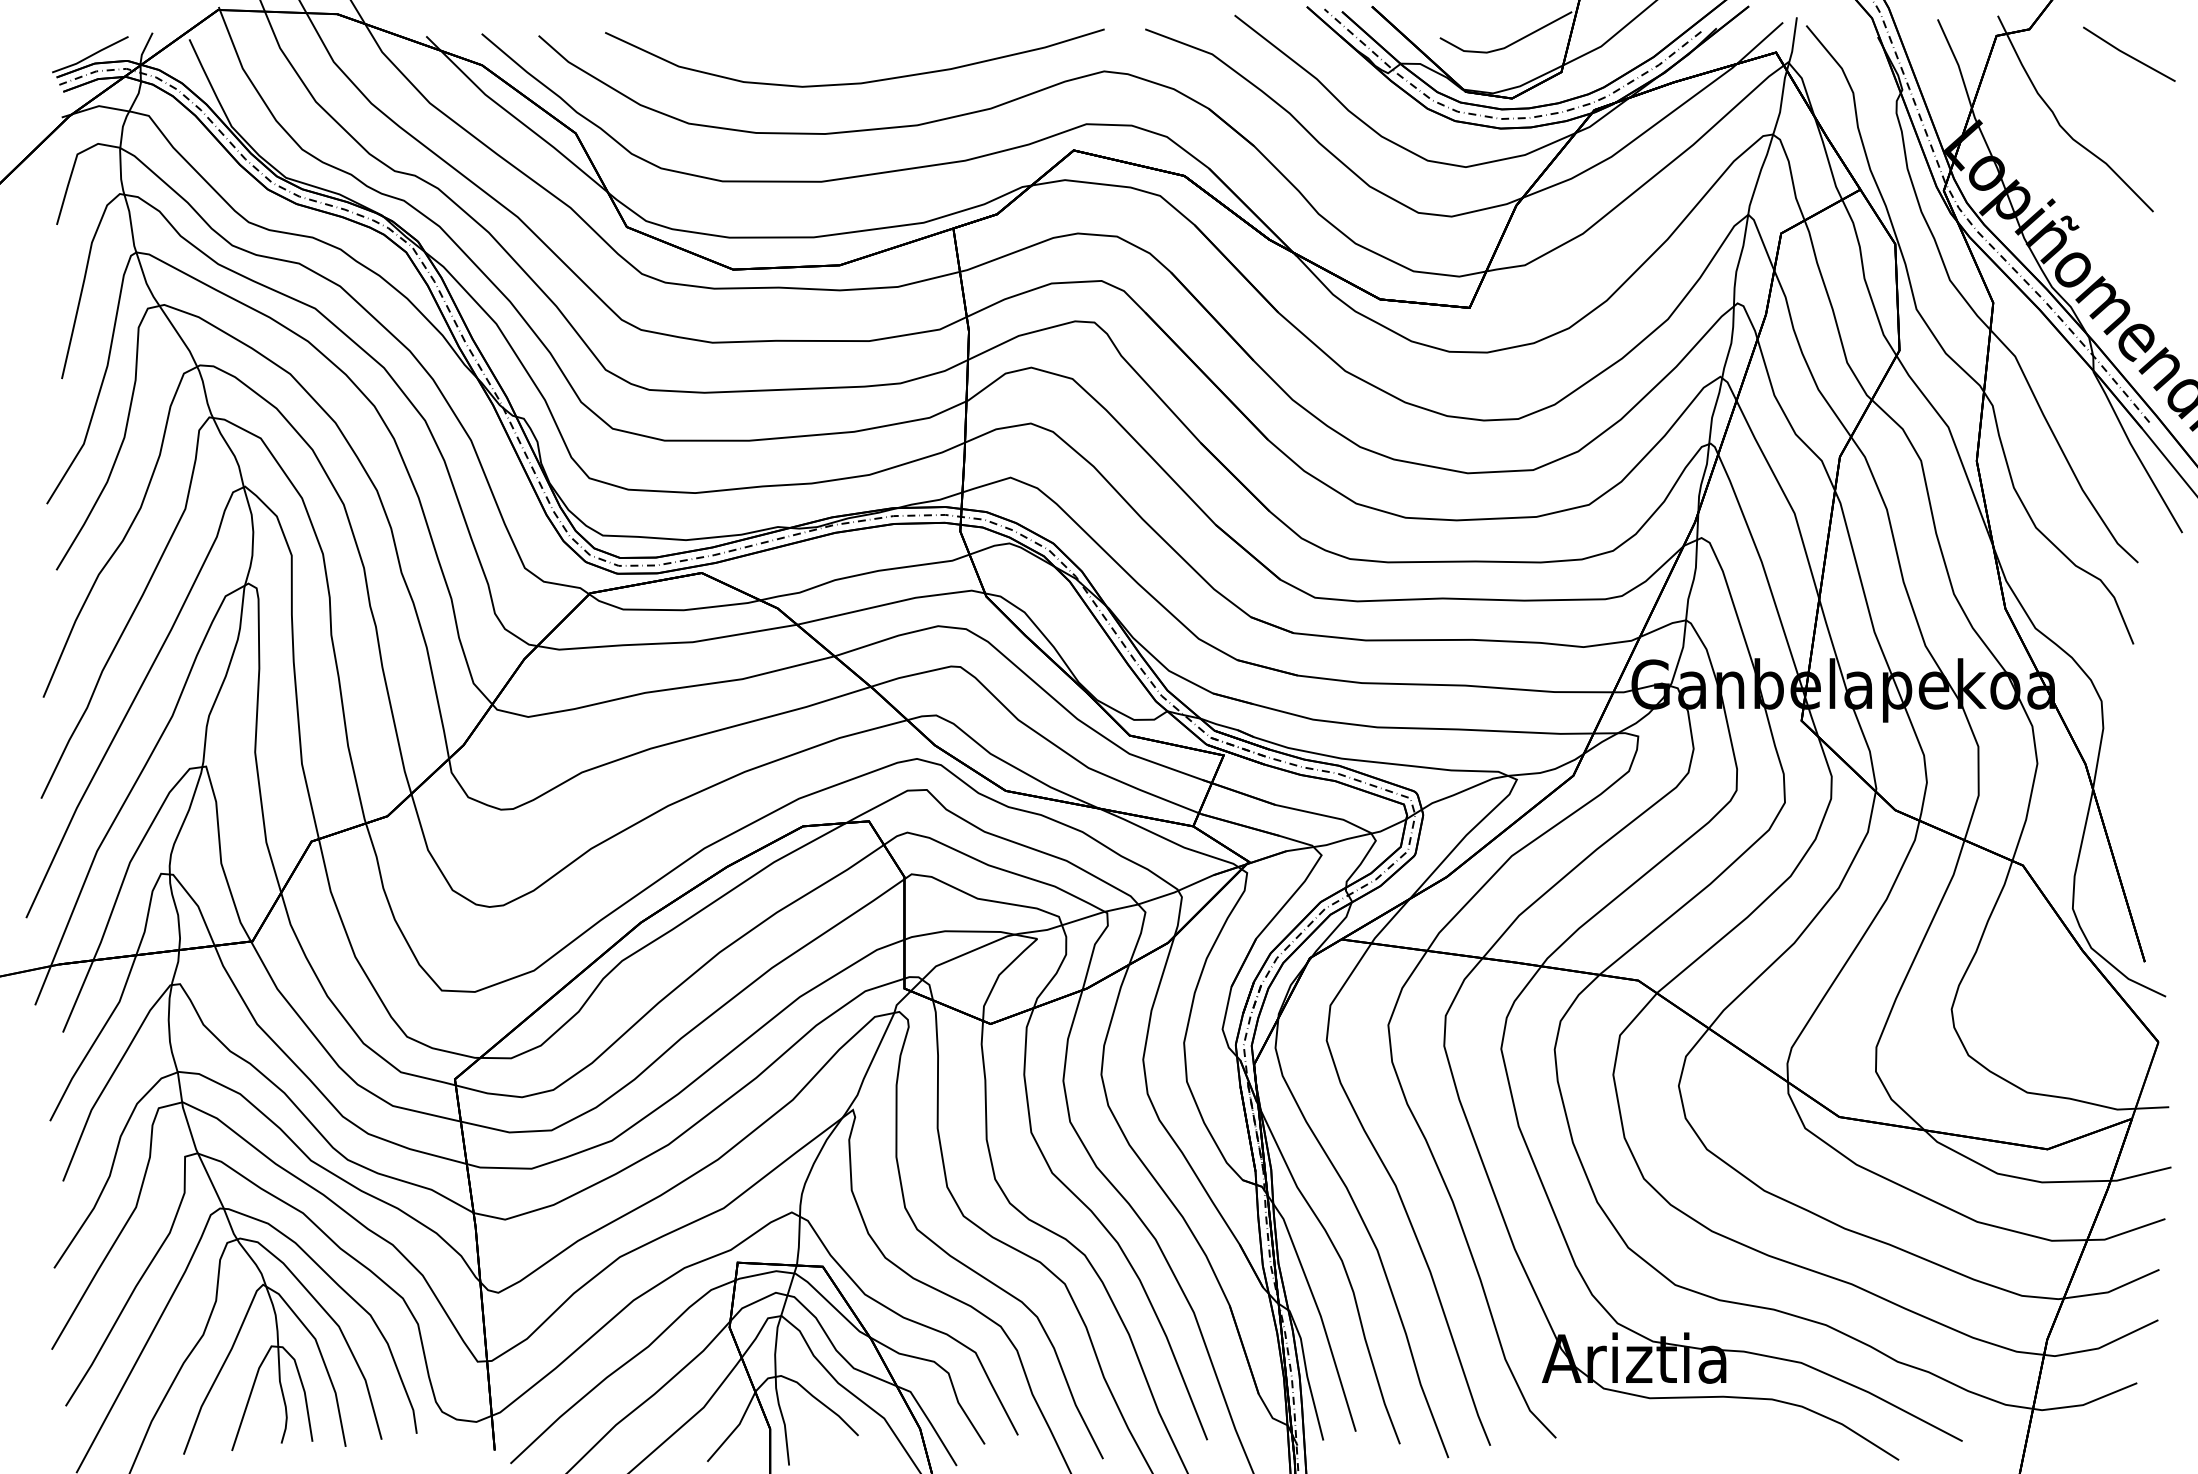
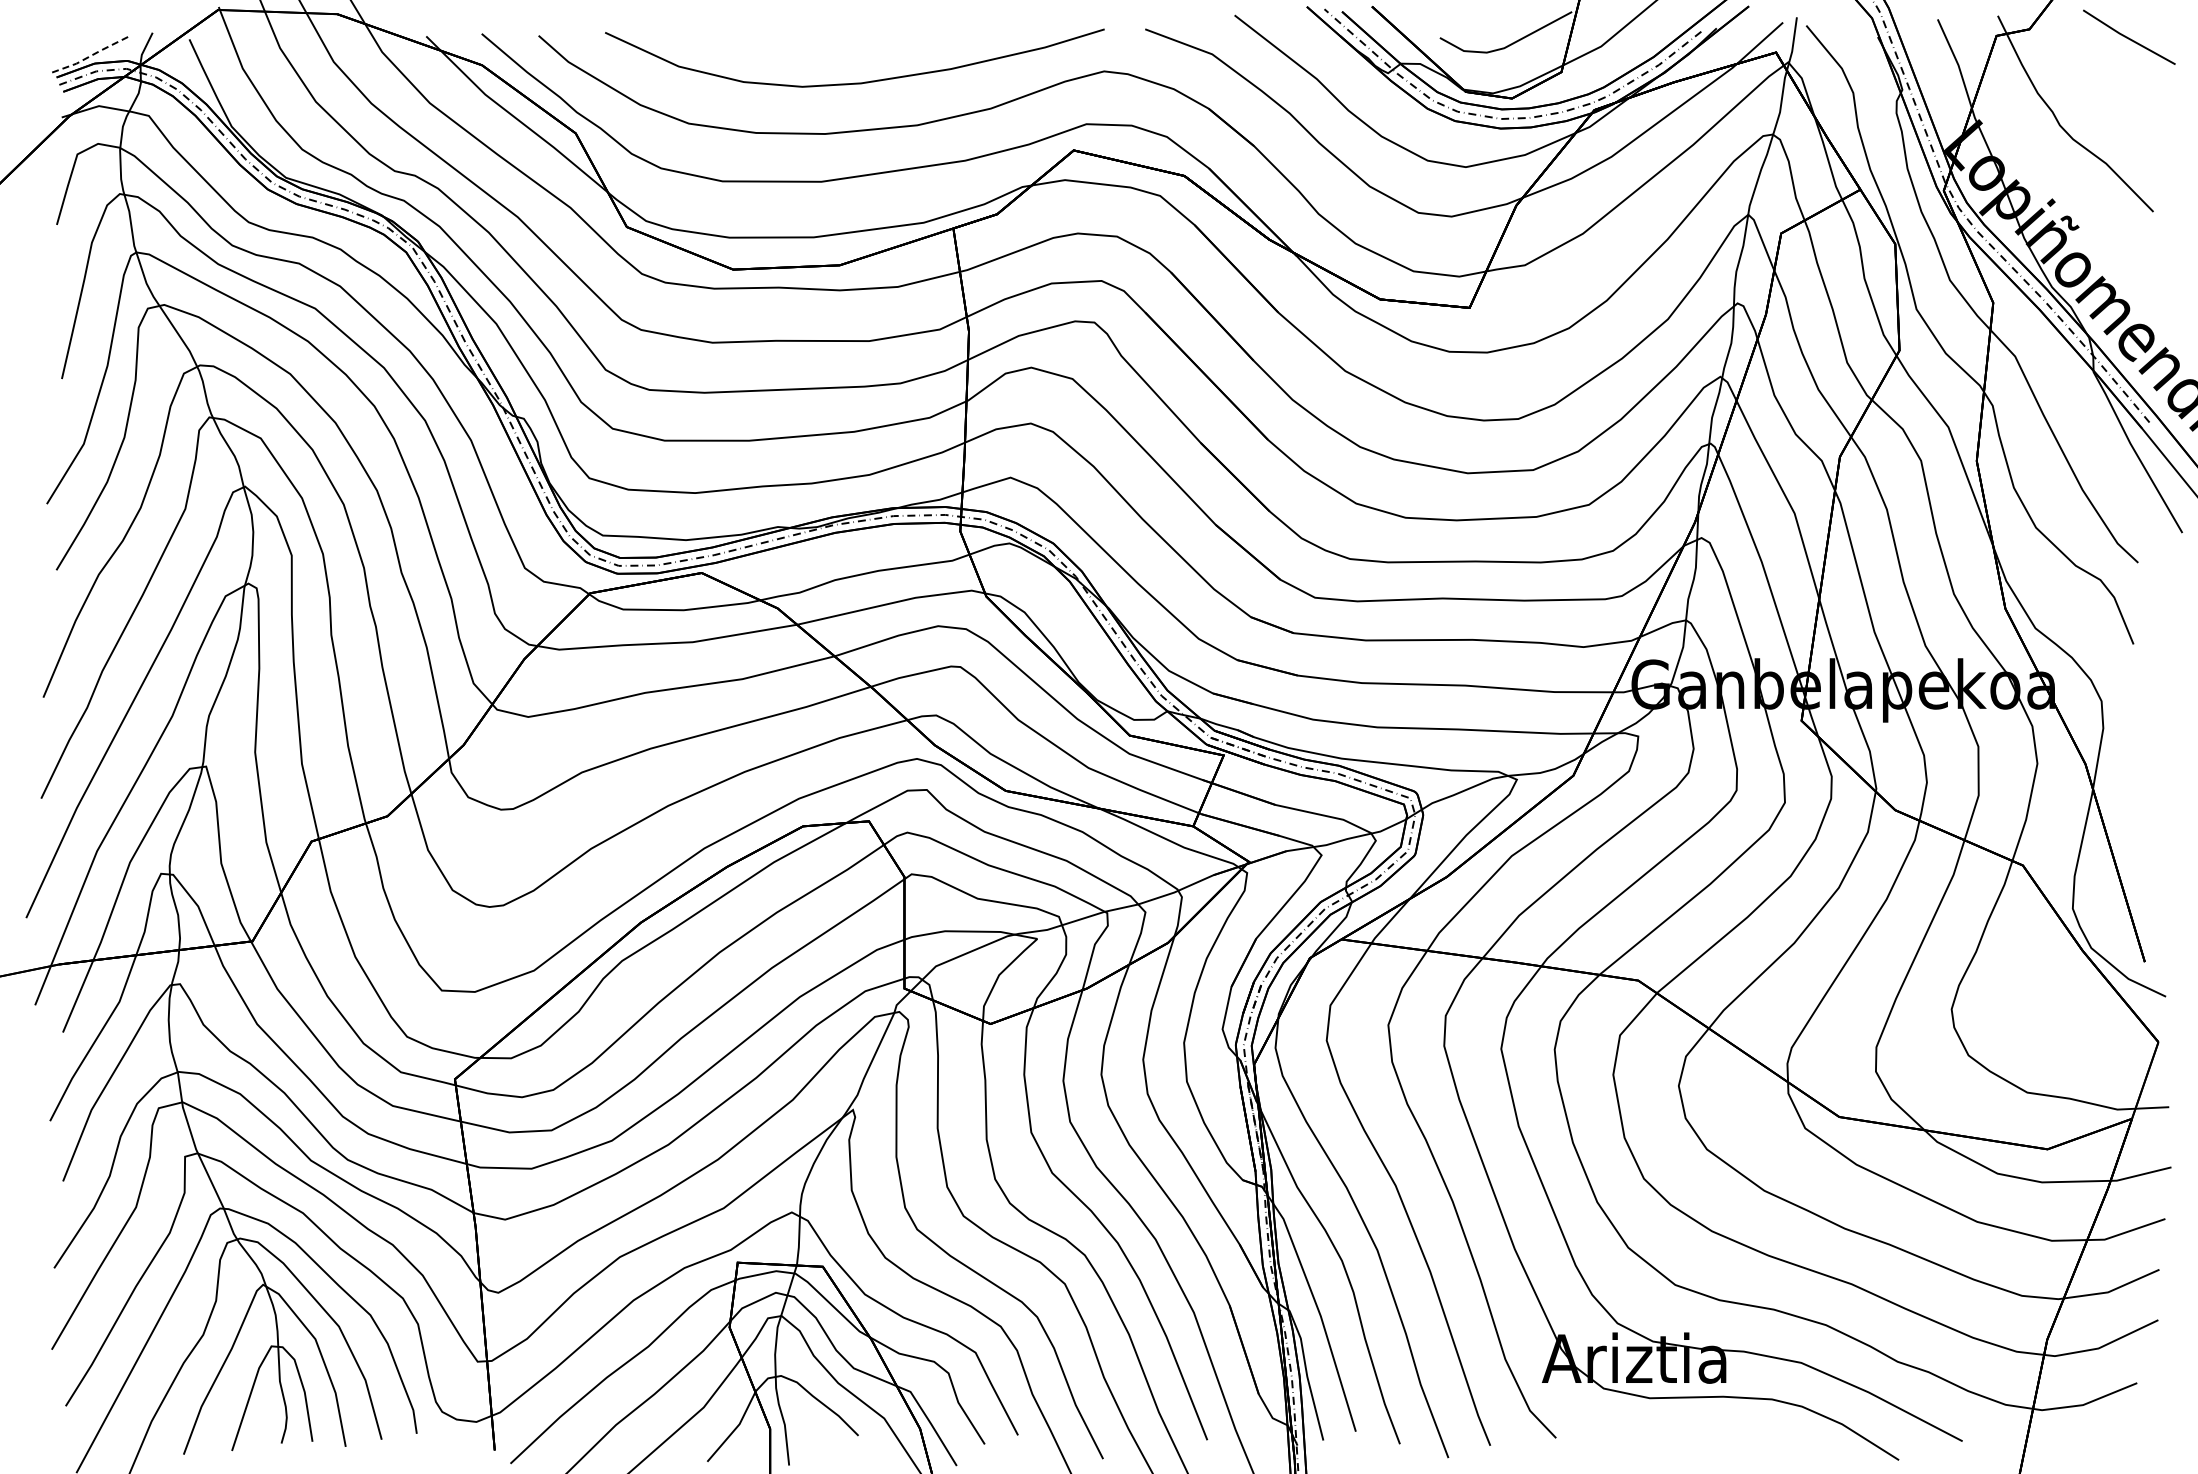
line at (2129, 54) position: (2129, 54) -> (2129, 37)
line at (91, 55): solid -> dashed
